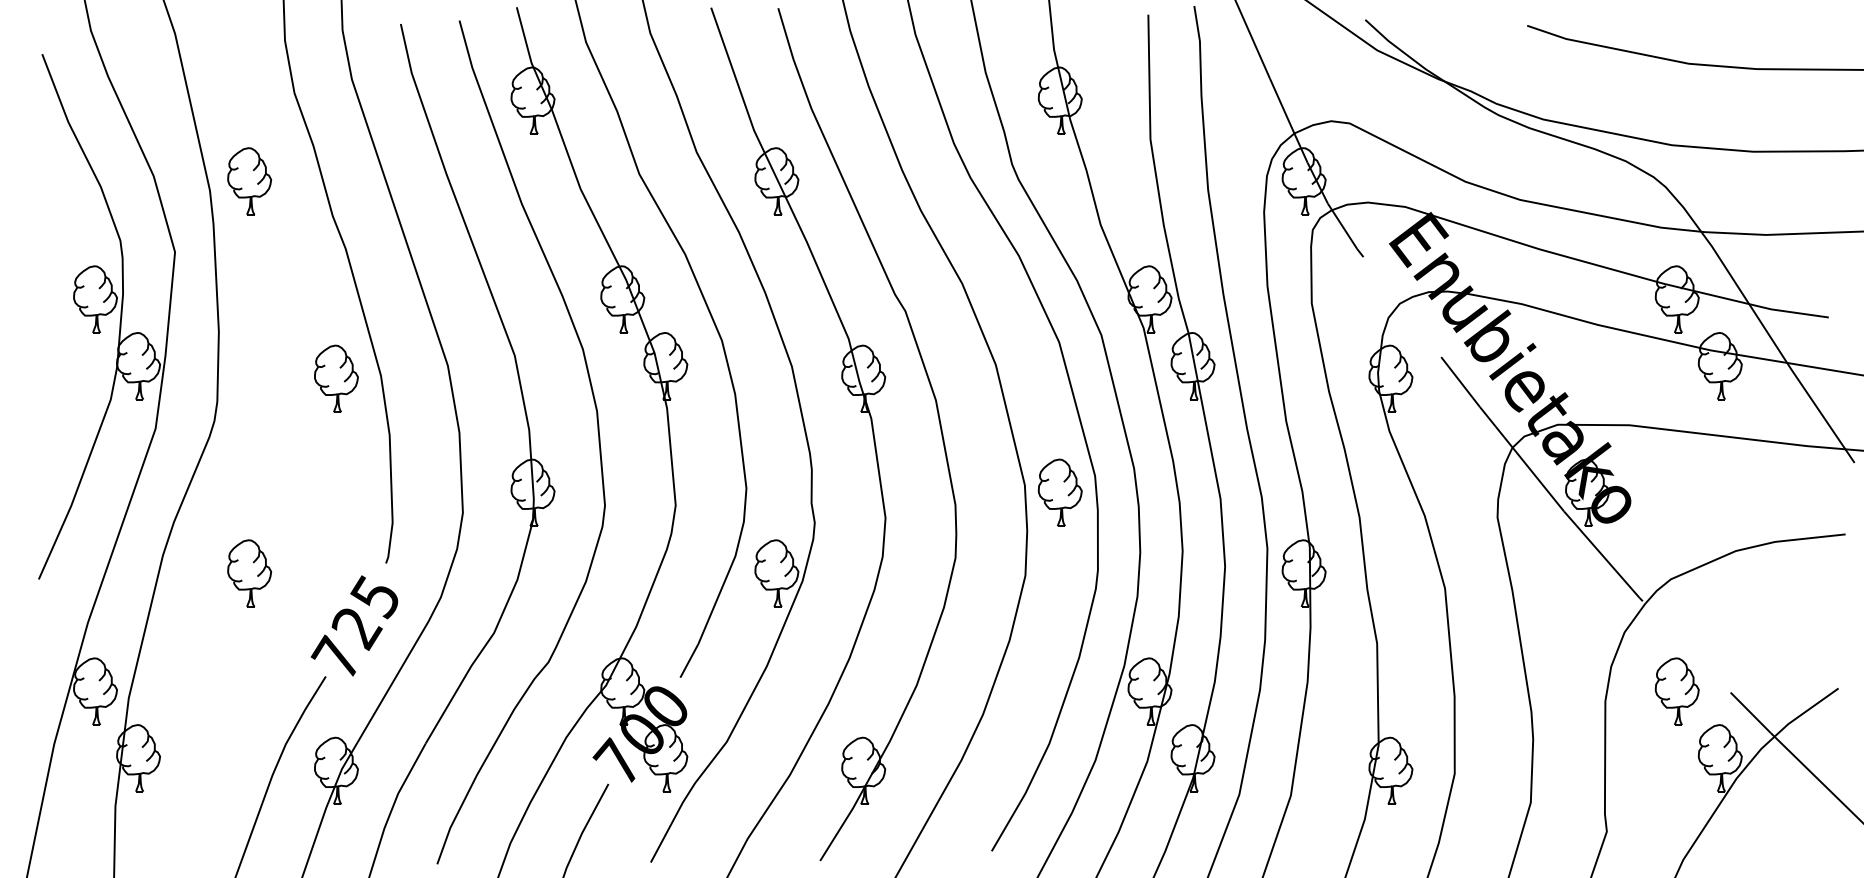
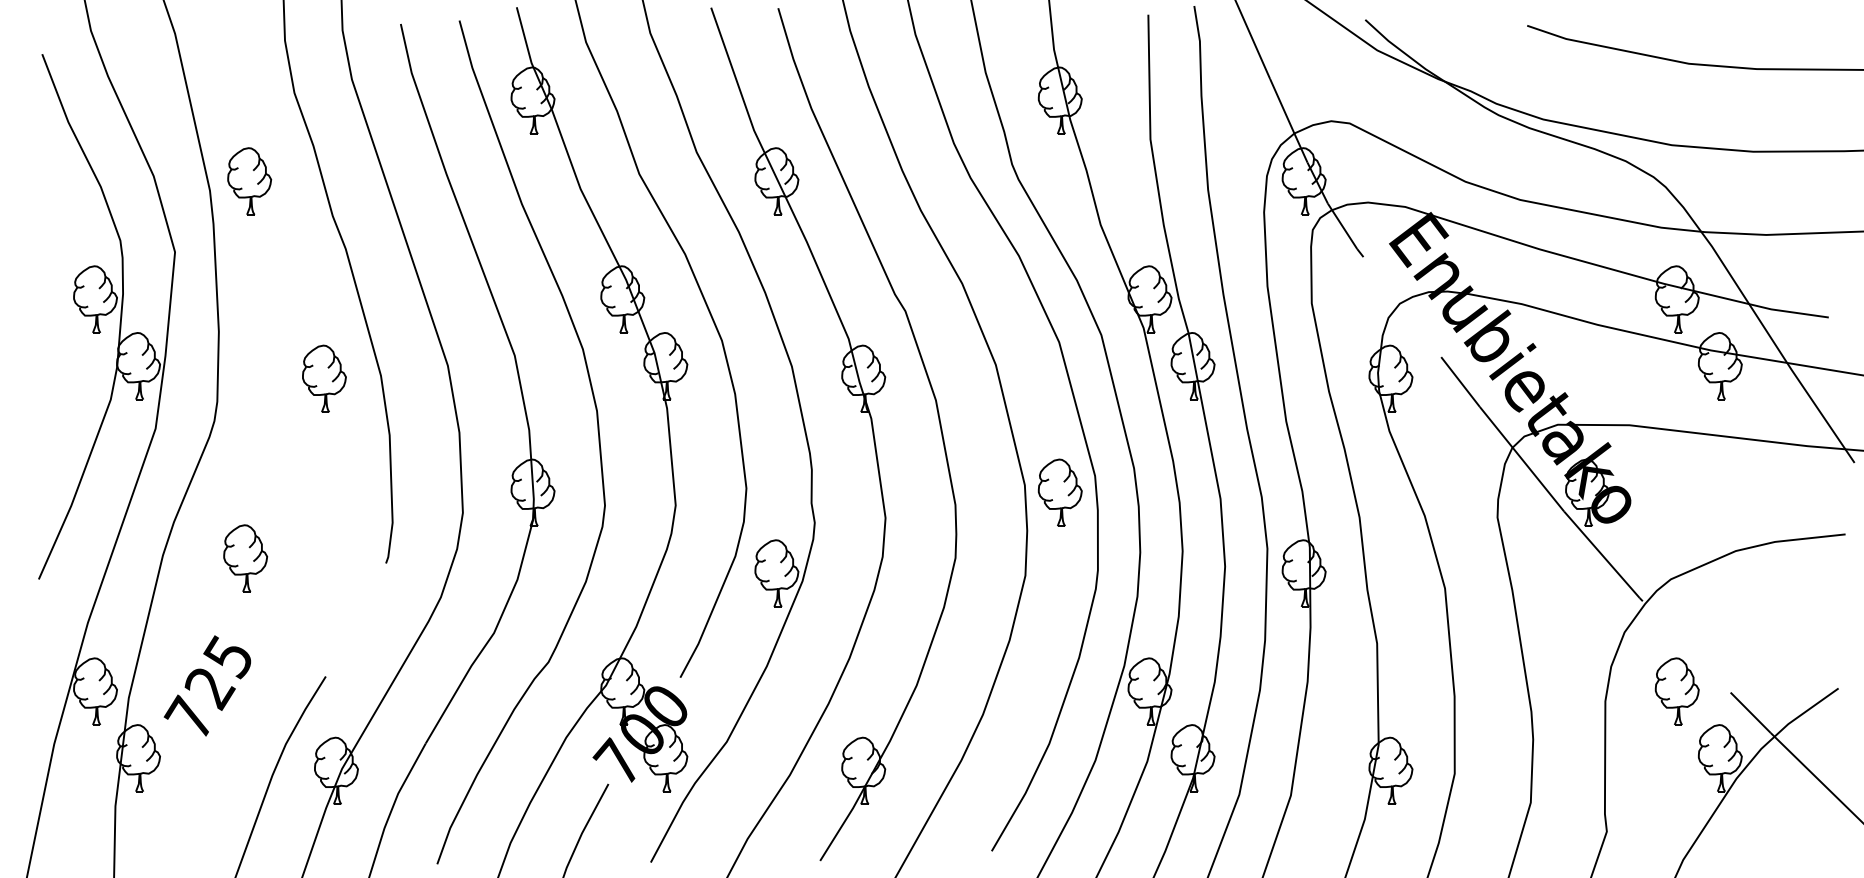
part at (336, 378) position: (336, 378) -> (324, 378)
part at (249, 573) position: (249, 573) -> (245, 558)
text at (354, 625) position: (354, 625) -> (207, 685)
